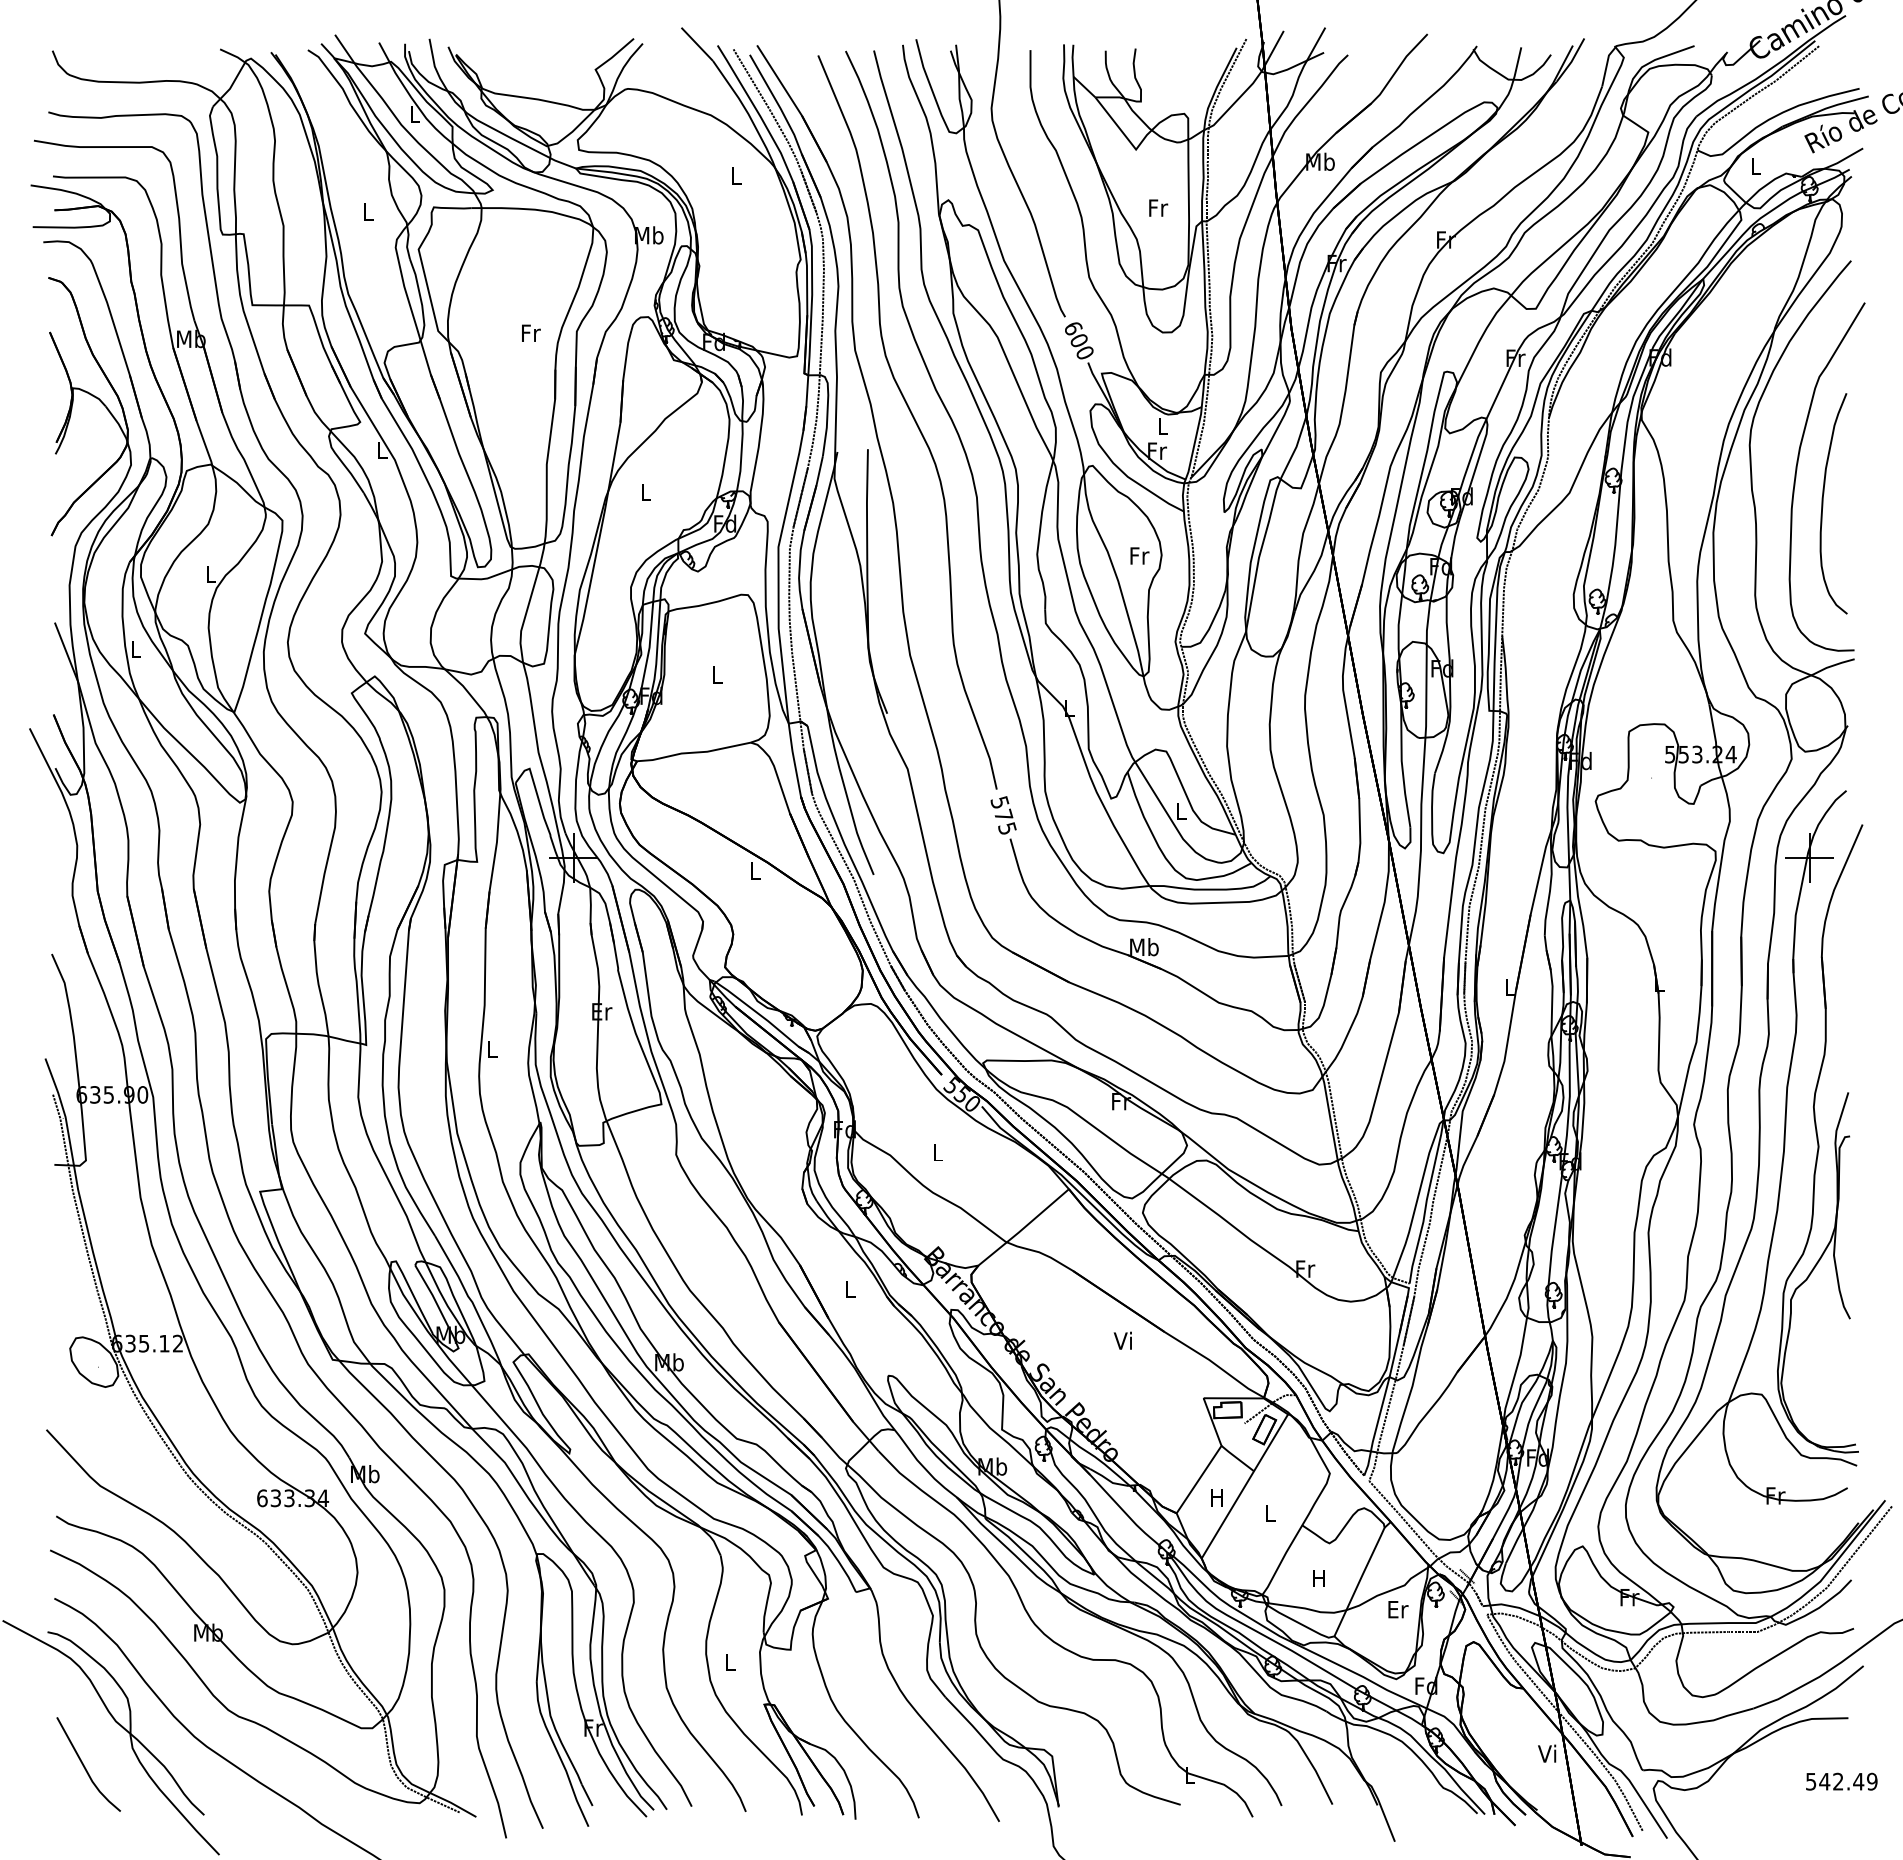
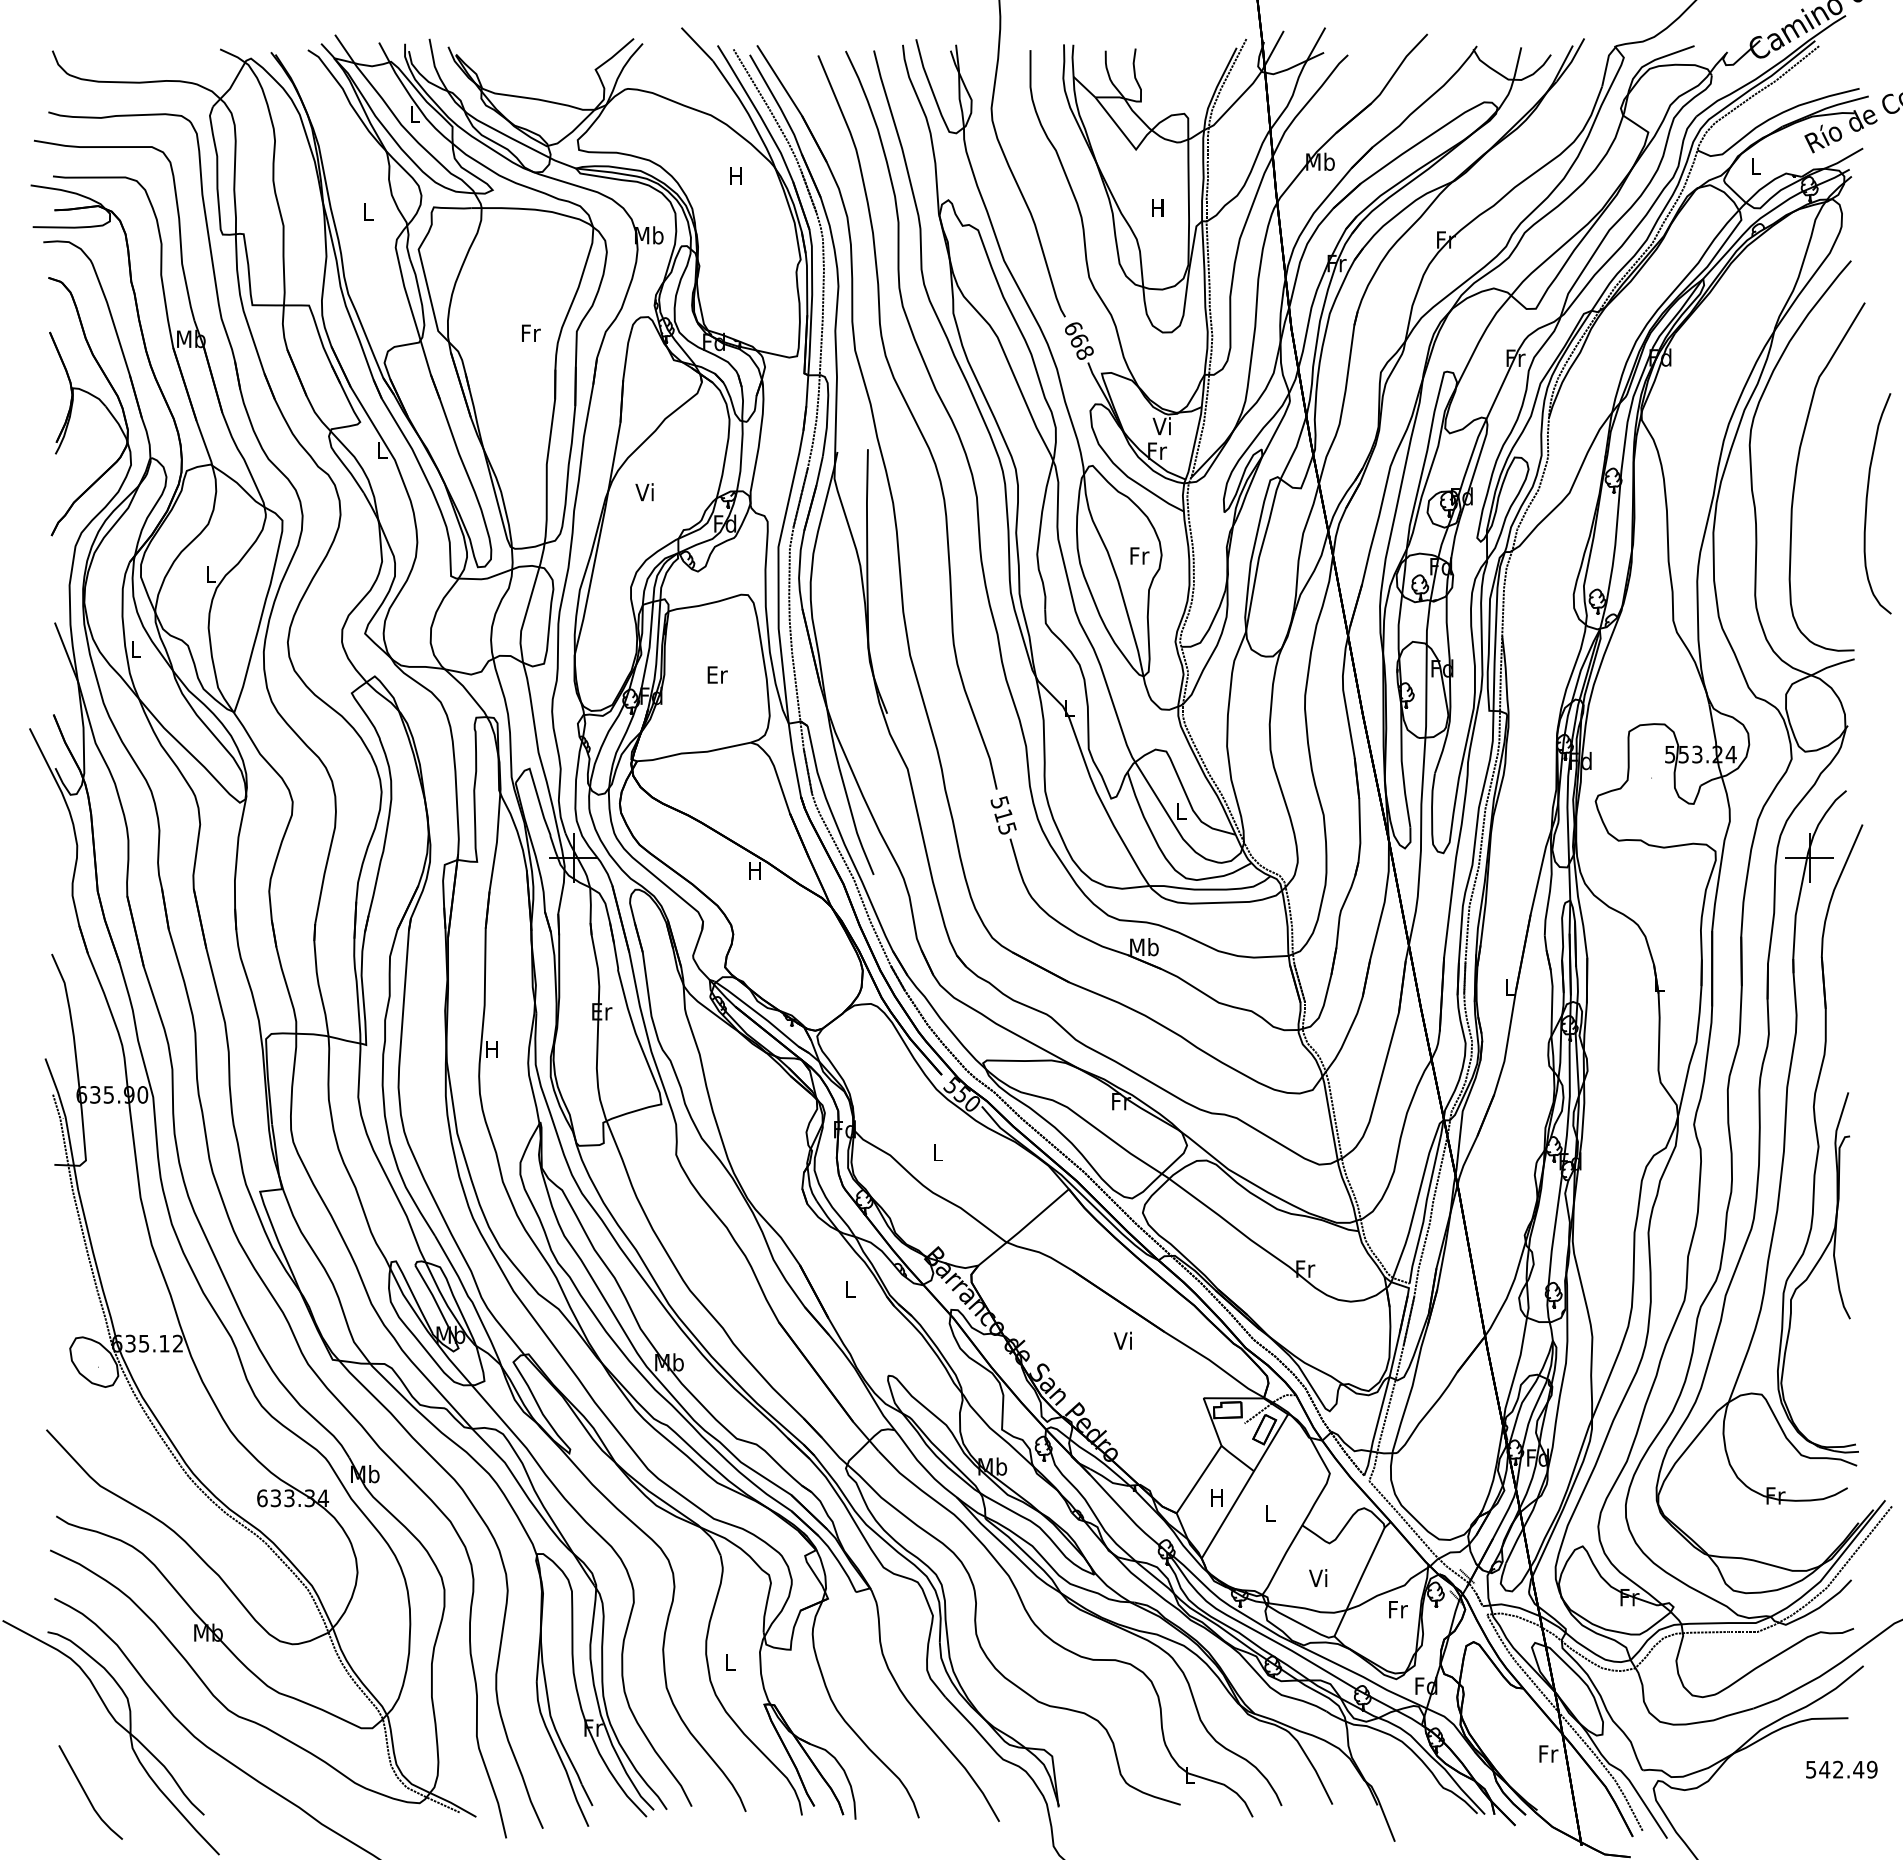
text at (735, 175): L -> H
text at (1158, 207): Fr -> H
text at (1082, 346): 600 -> 668
text at (1161, 426): L -> Vi
text at (644, 492): L -> Vi
curve at (1823, 503) position: (1823, 503) -> (1867, 503)
text at (717, 674): L -> Er
text at (1003, 815): 575 -> 515
text at (754, 870): L -> H
text at (491, 1049): L -> H
text at (1318, 1577): H -> Vi
text at (1398, 1609): Er -> Fr
text at (1548, 1753): Vi -> Fr
line at (85, 1766) position: (85, 1766) -> (87, 1794)
text at (1841, 1781) position: (1841, 1781) -> (1841, 1769)
